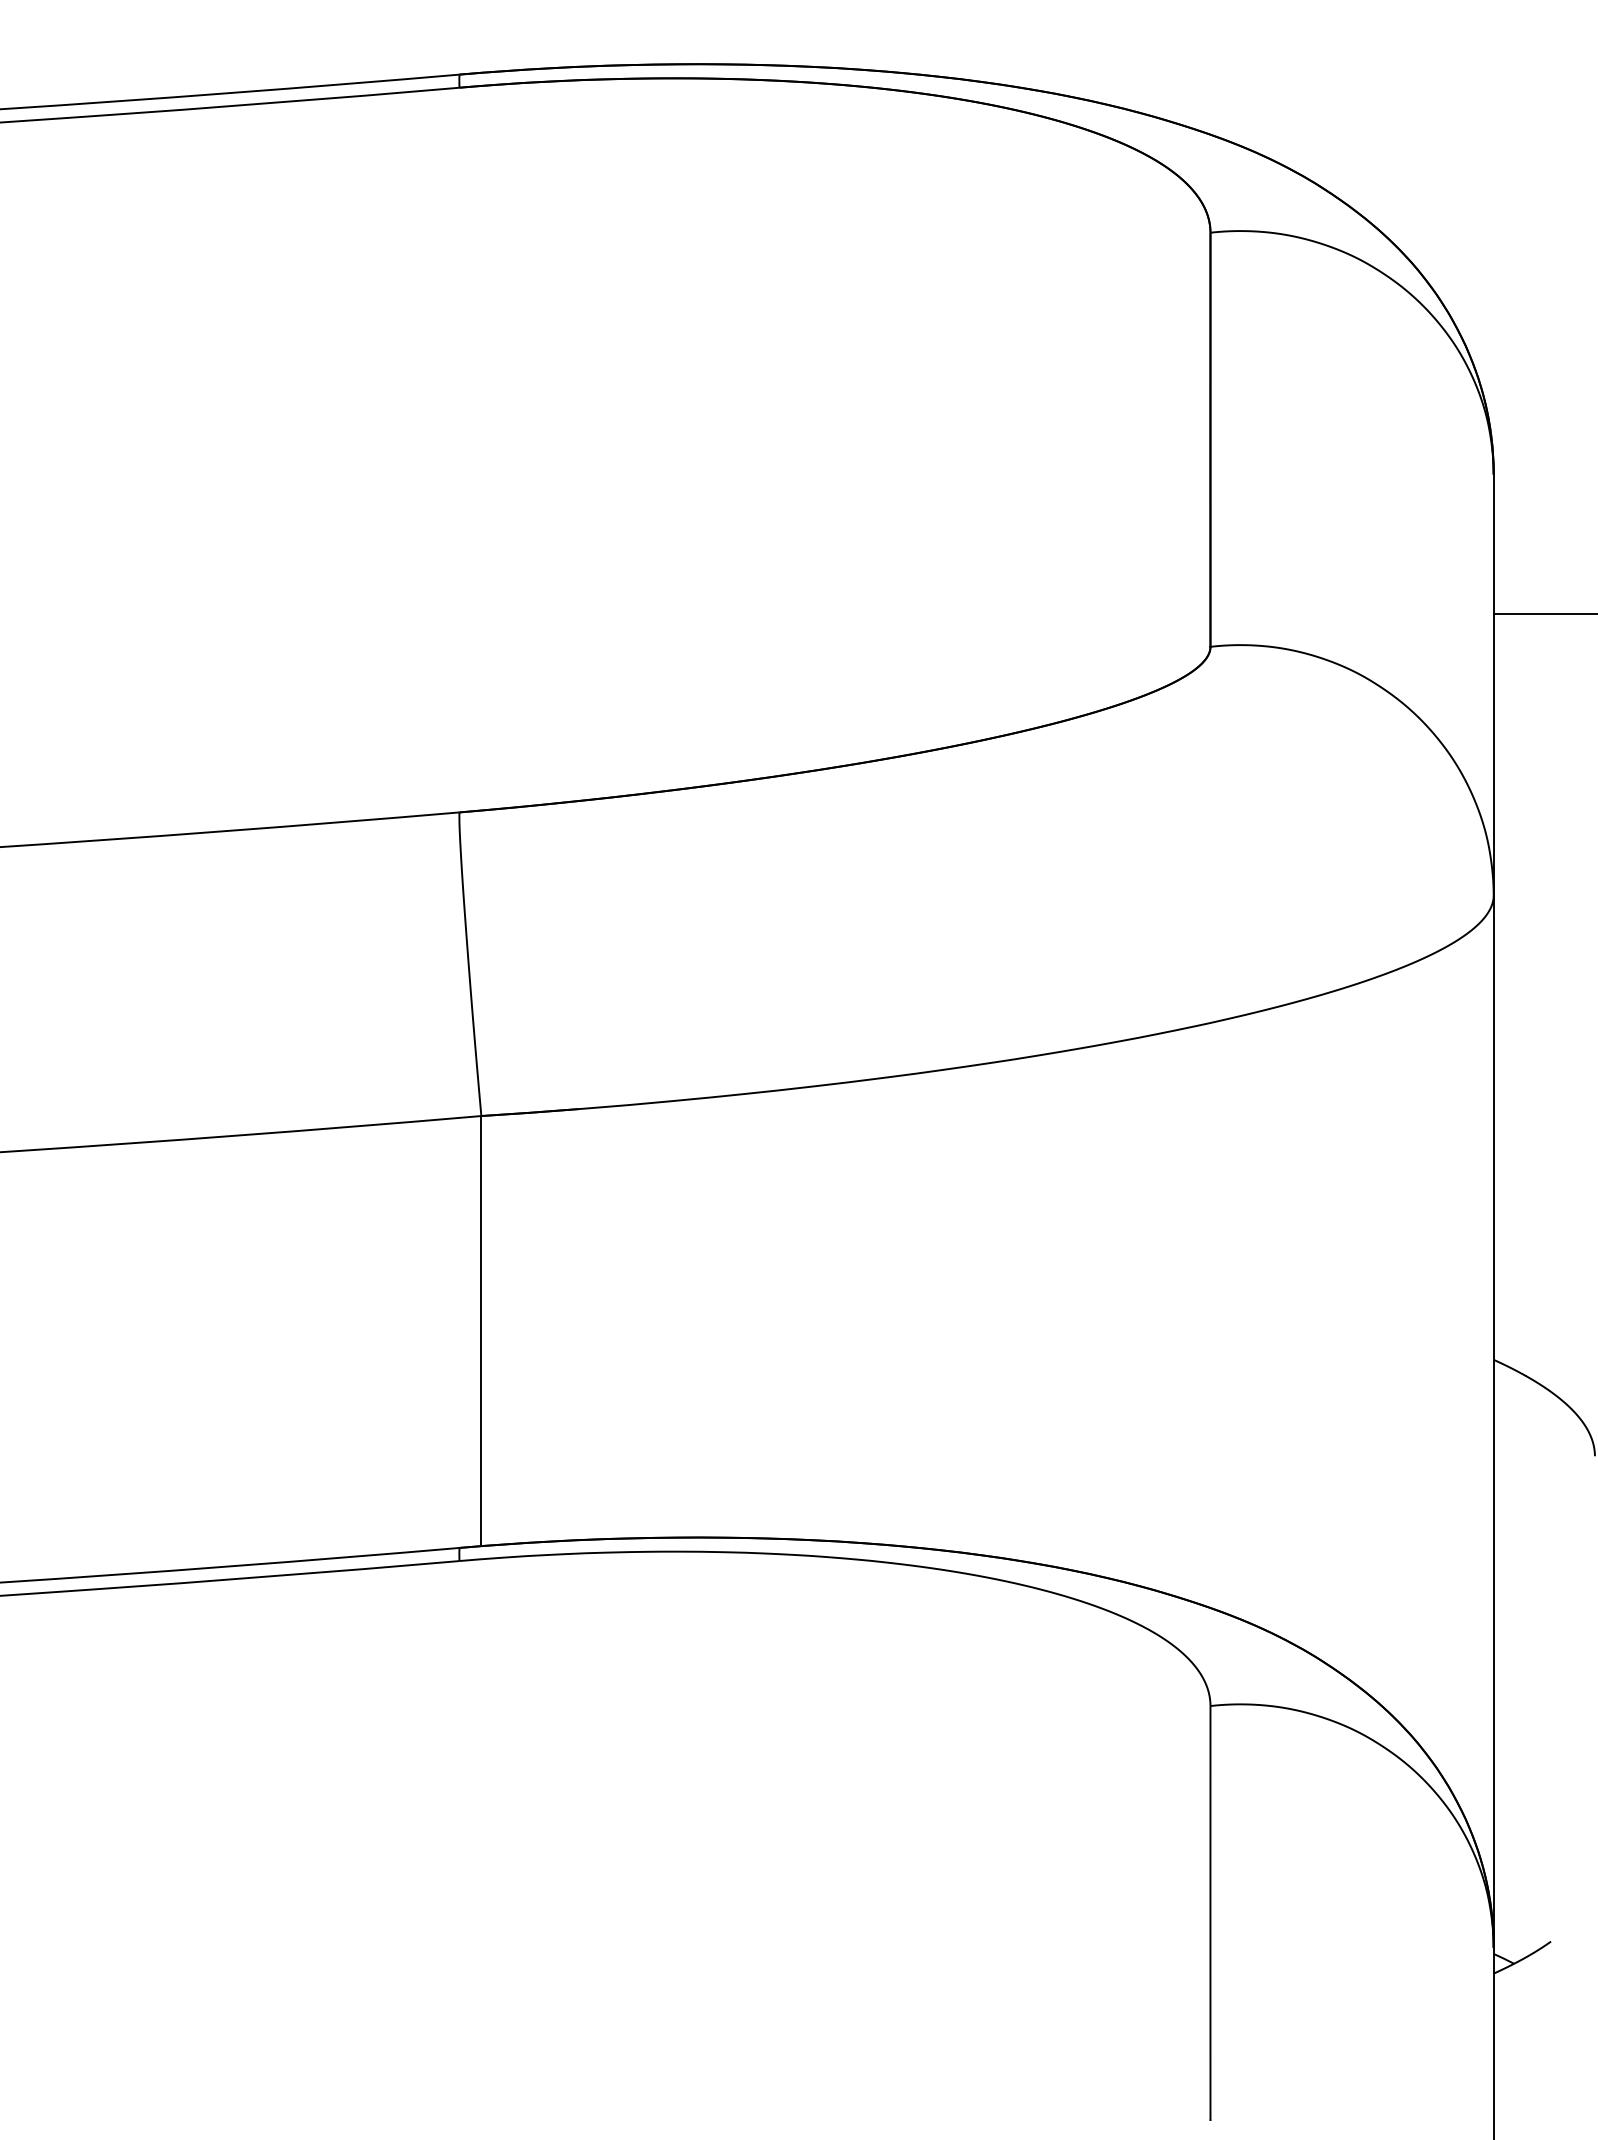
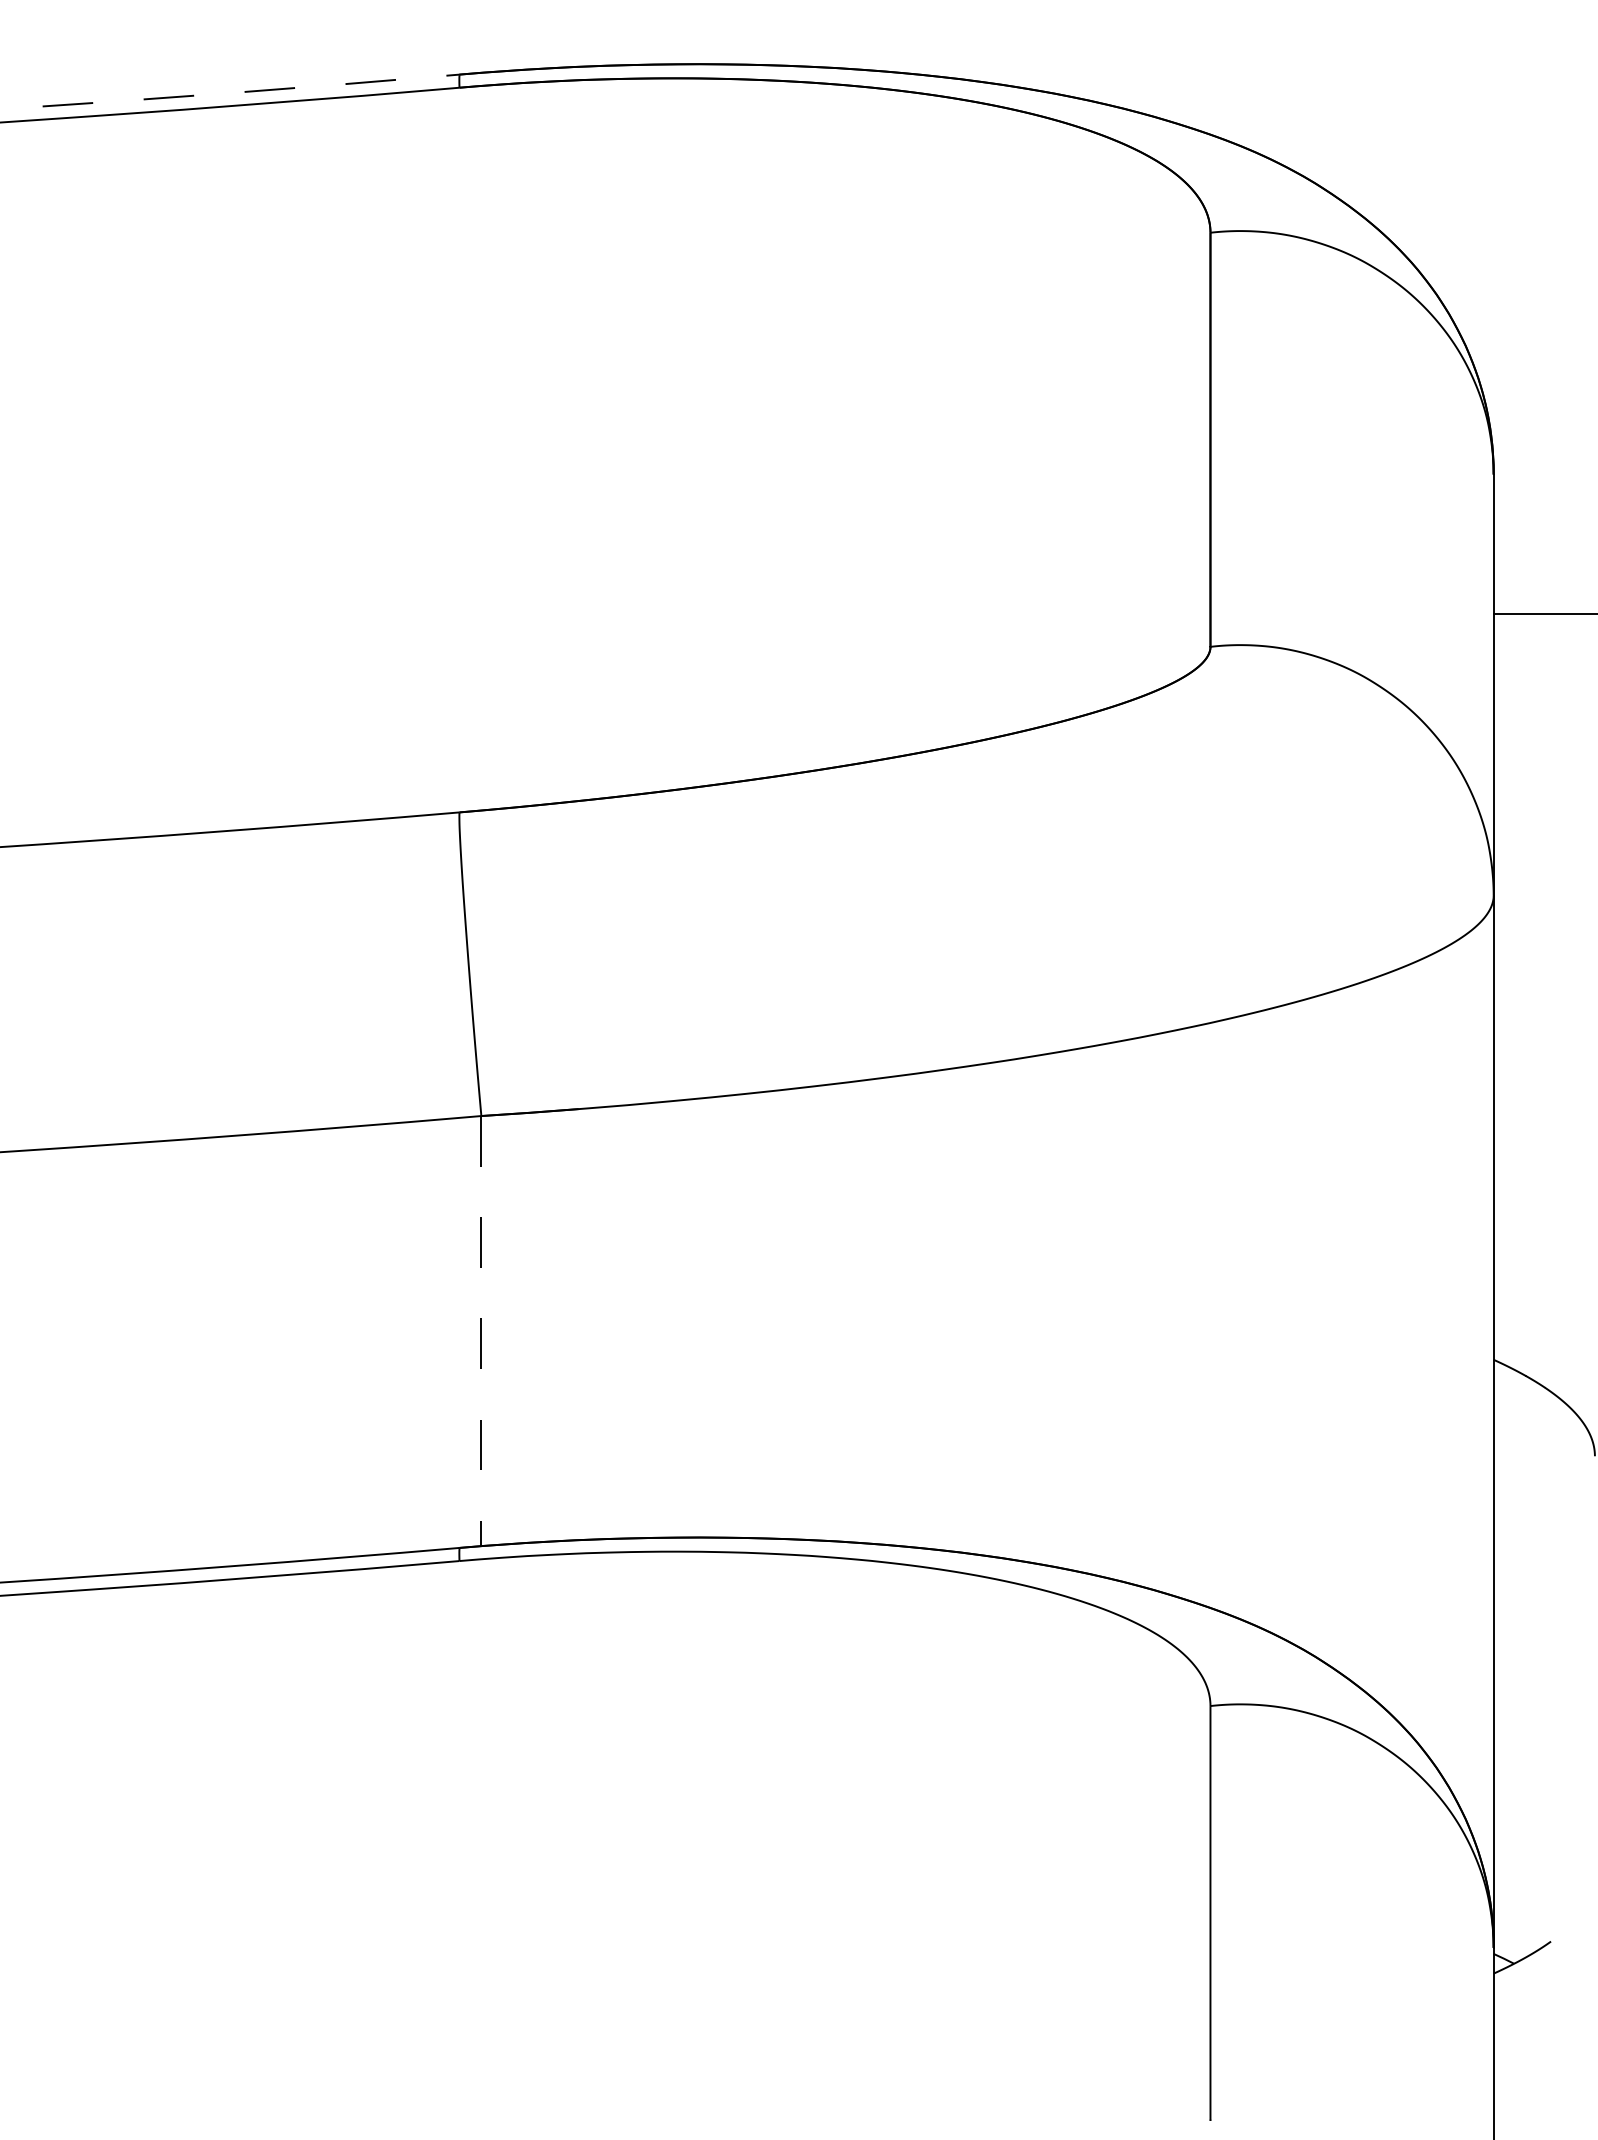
line at (230, 93): solid -> dashed
line at (481, 1331): solid -> dashed
